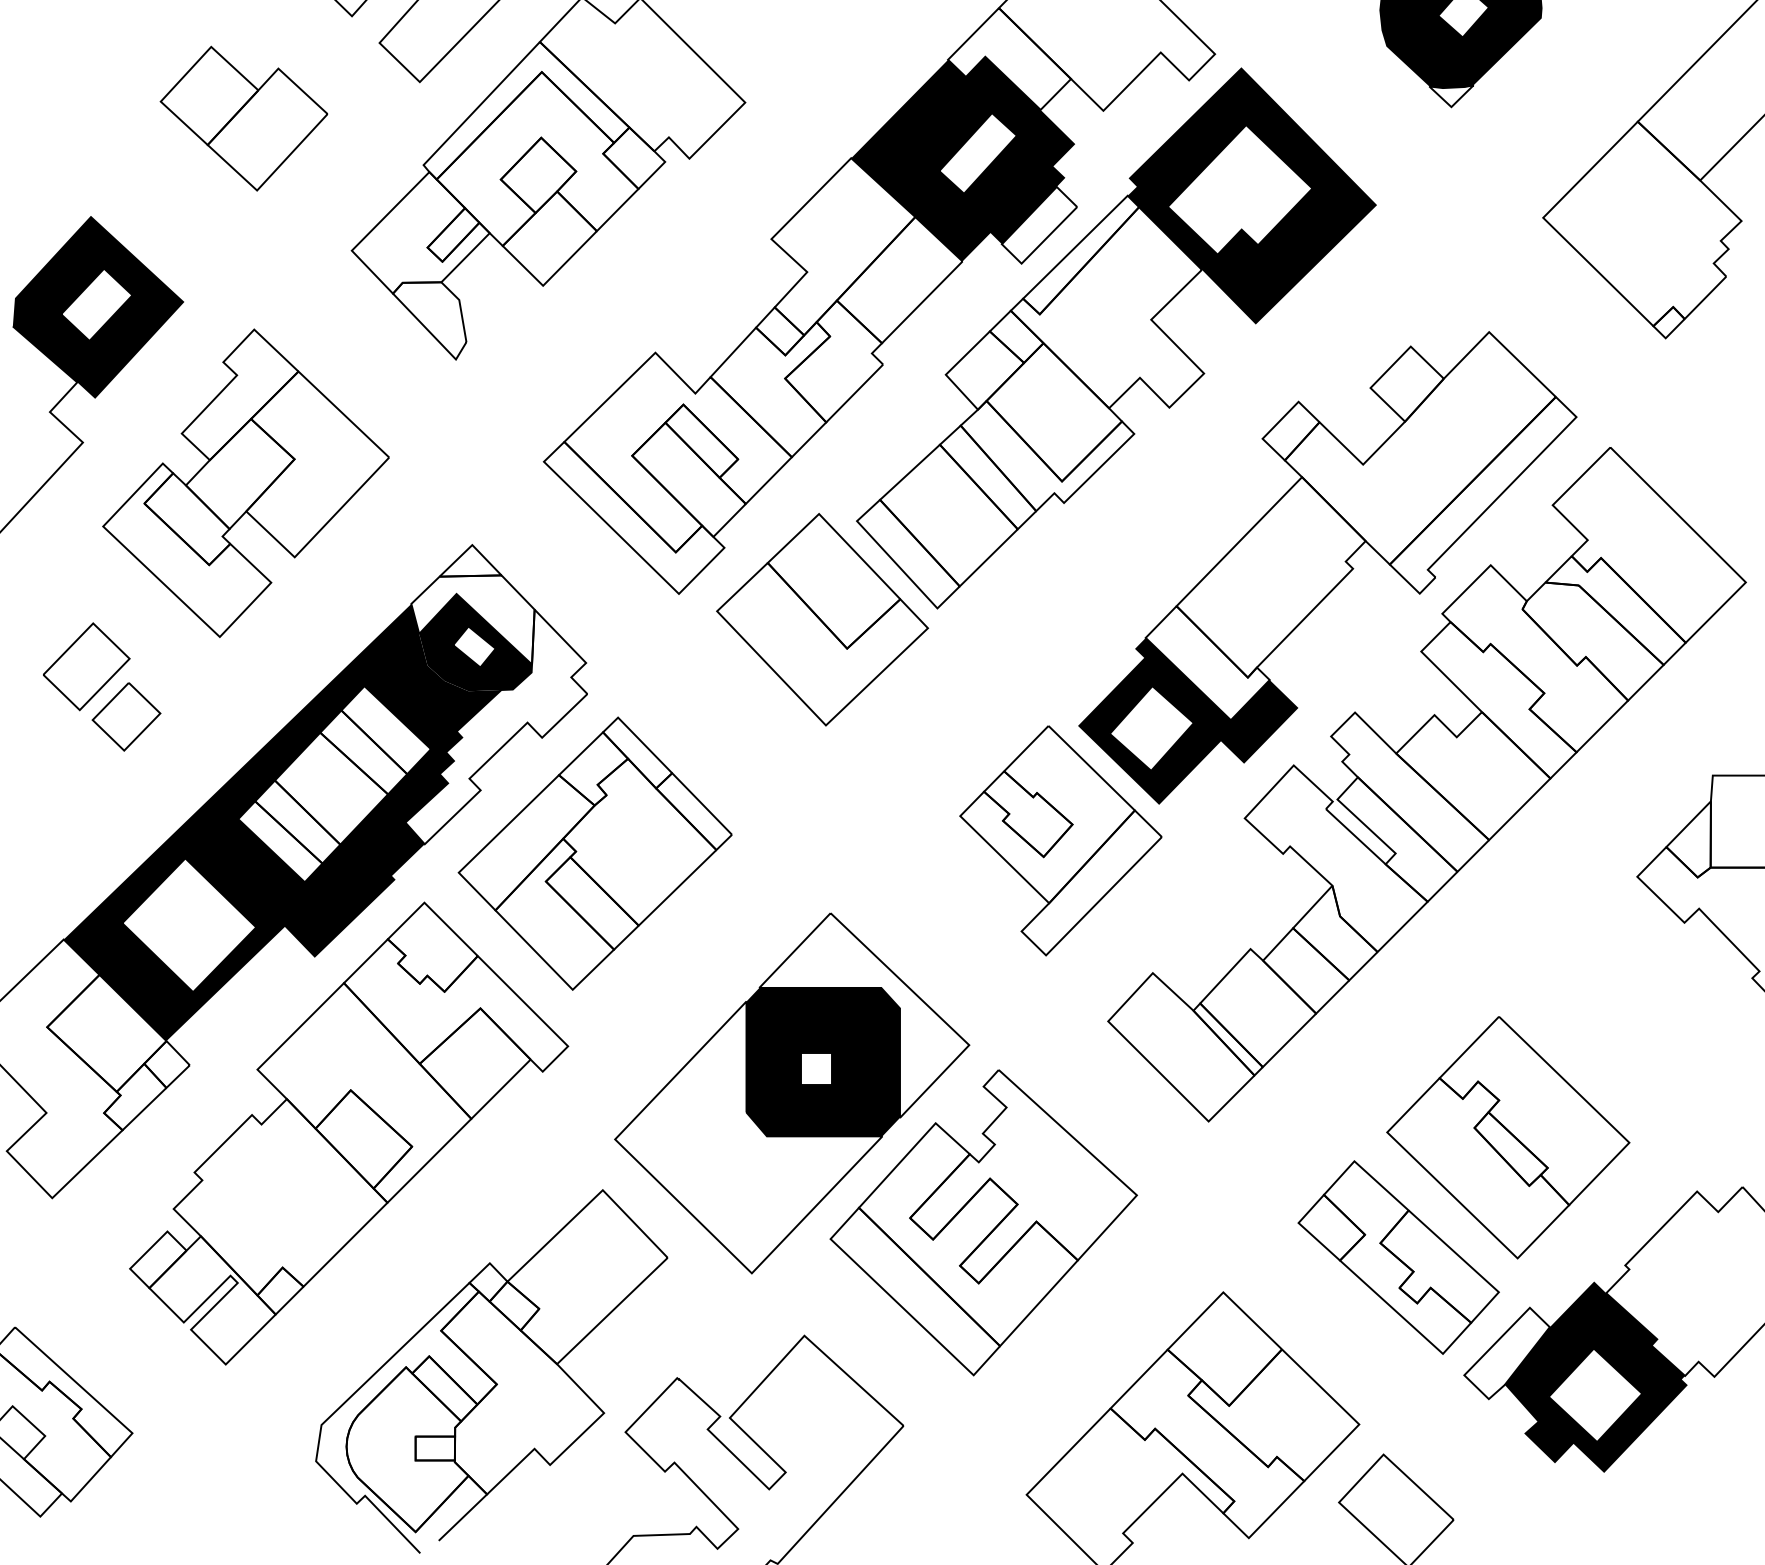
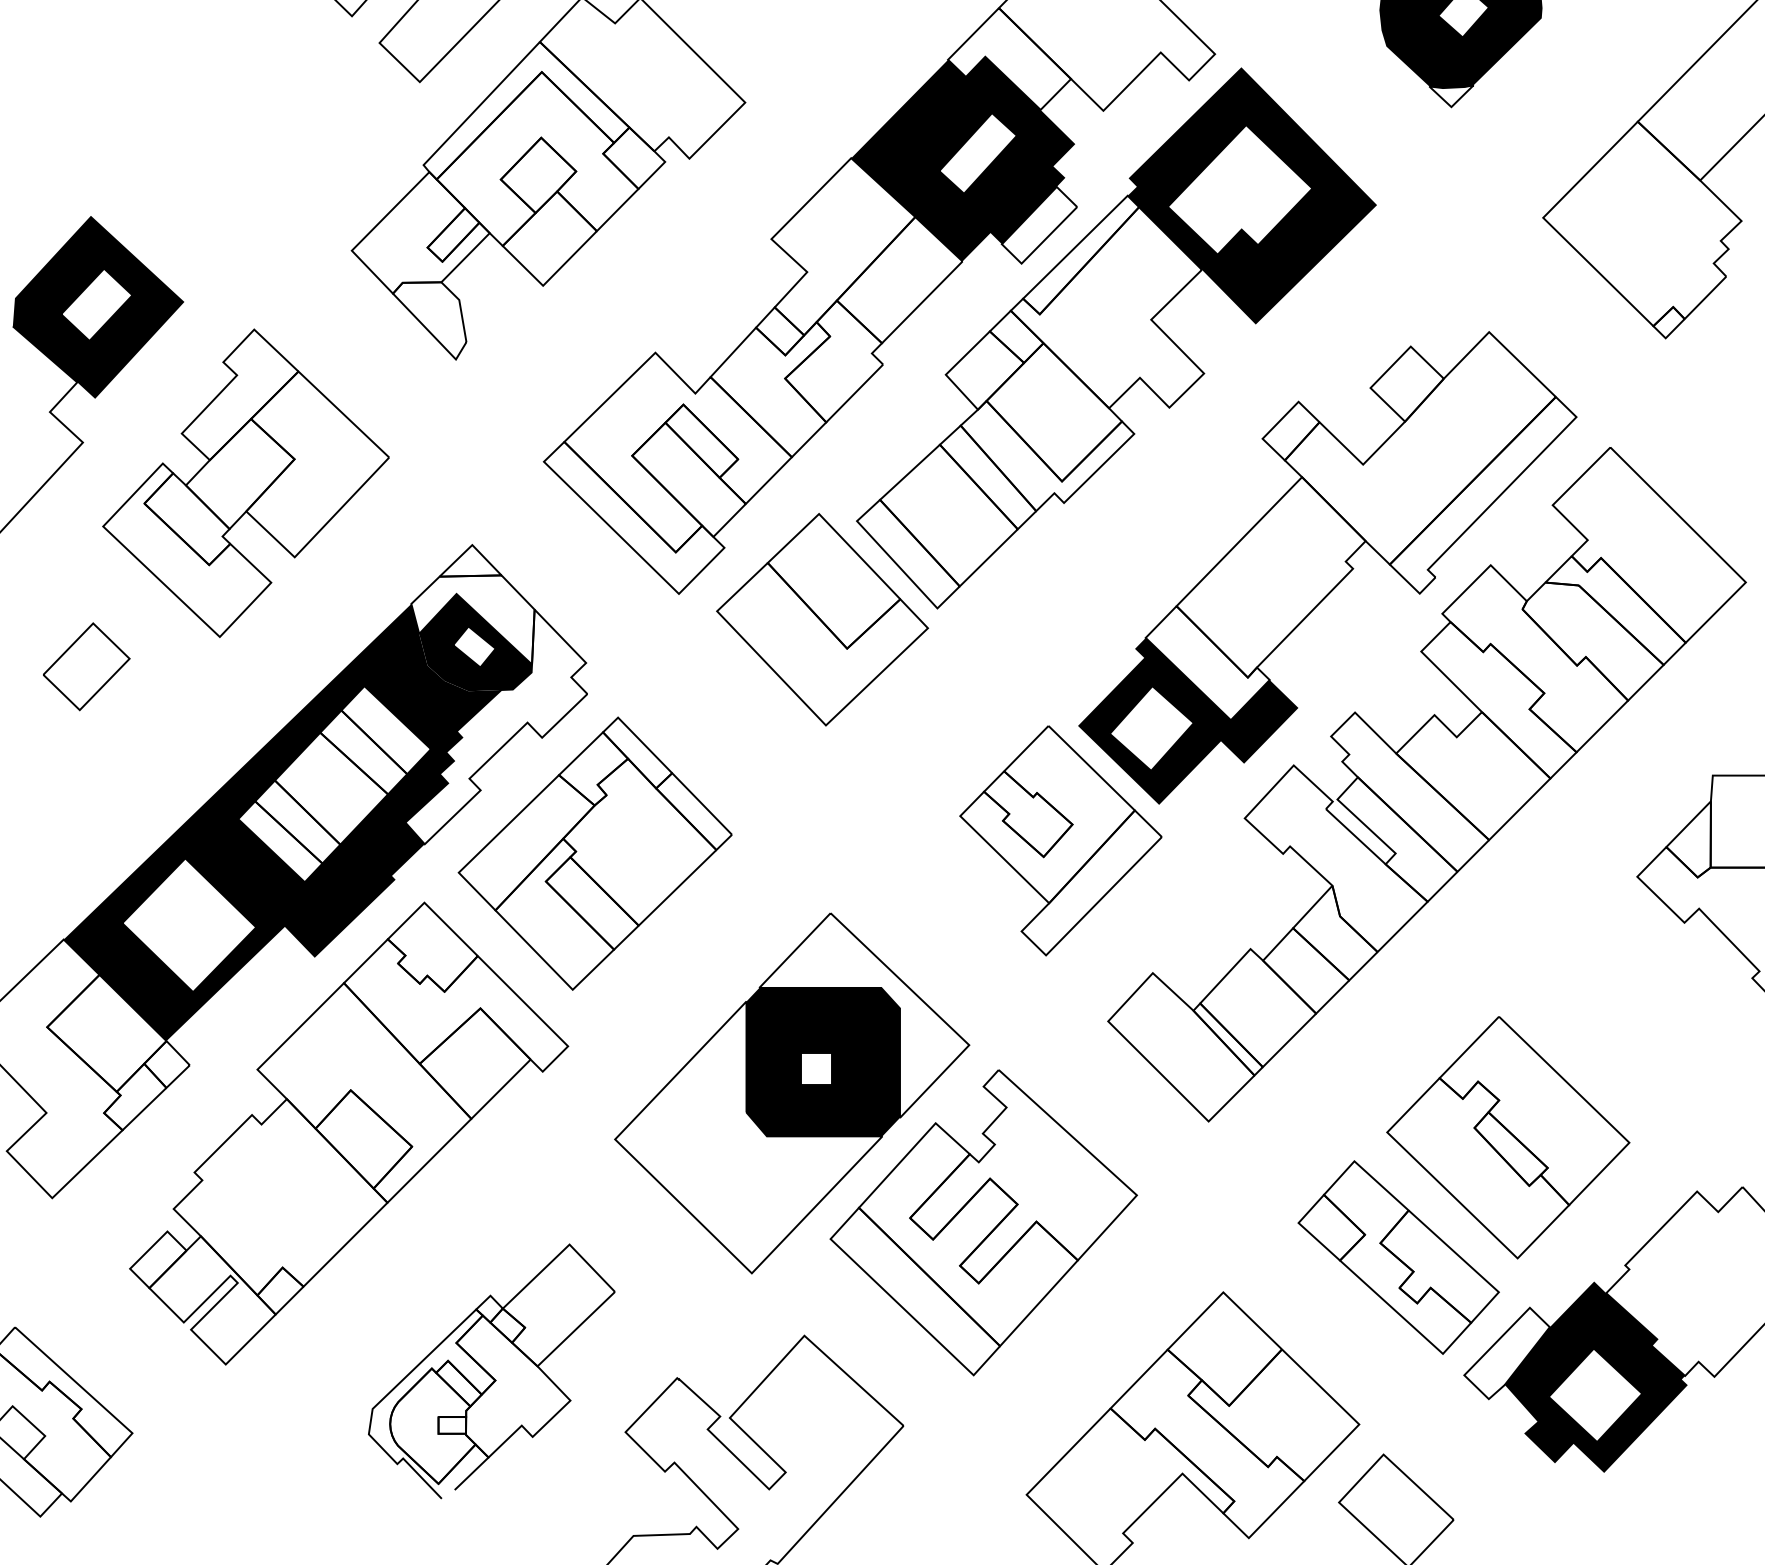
part at (243, 118): present -> none
part at (126, 716): present -> none
part at (491, 1371) size: 354x365 px -> 248x257 px
